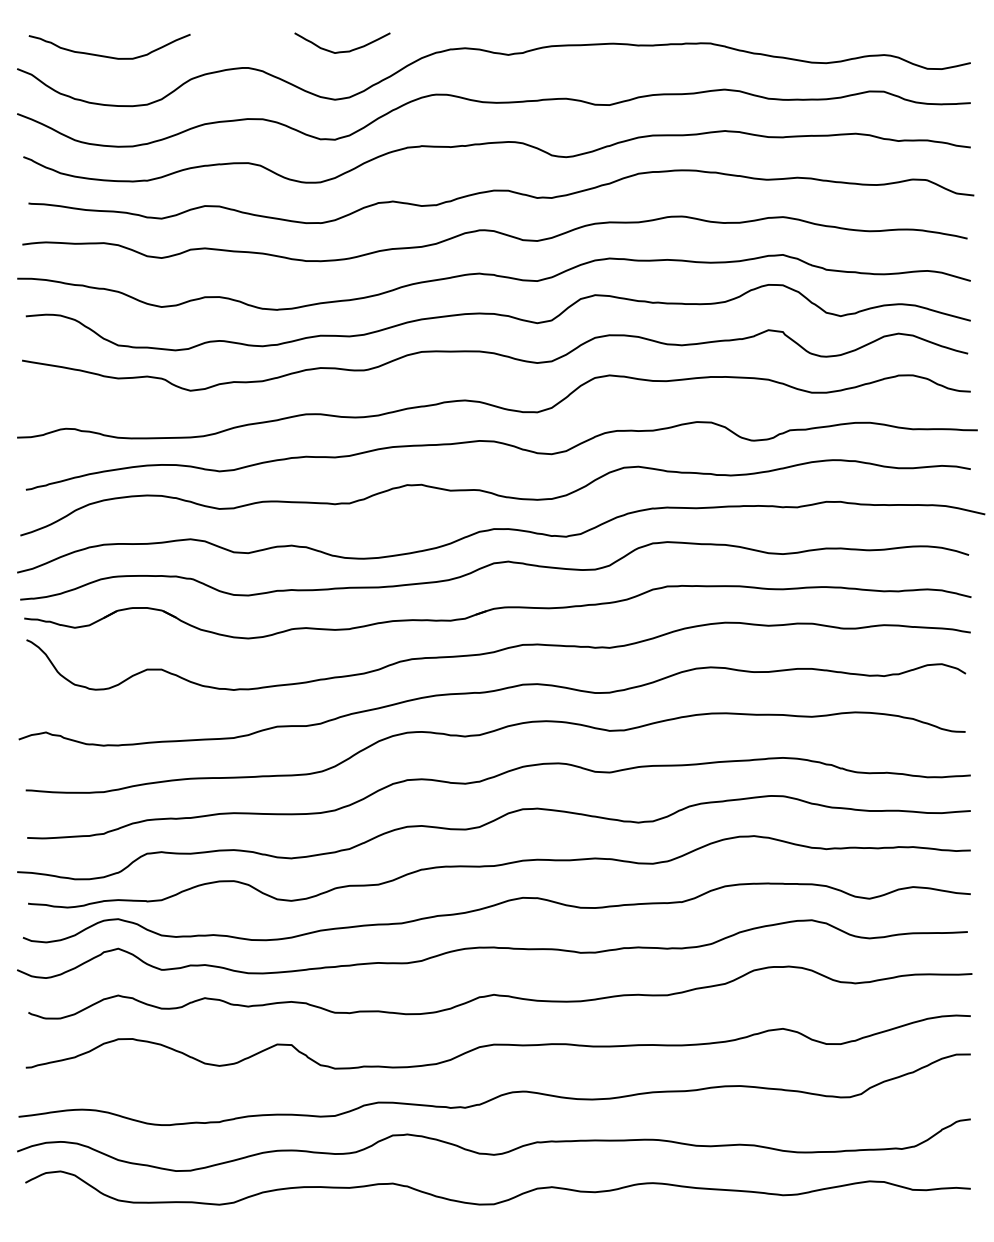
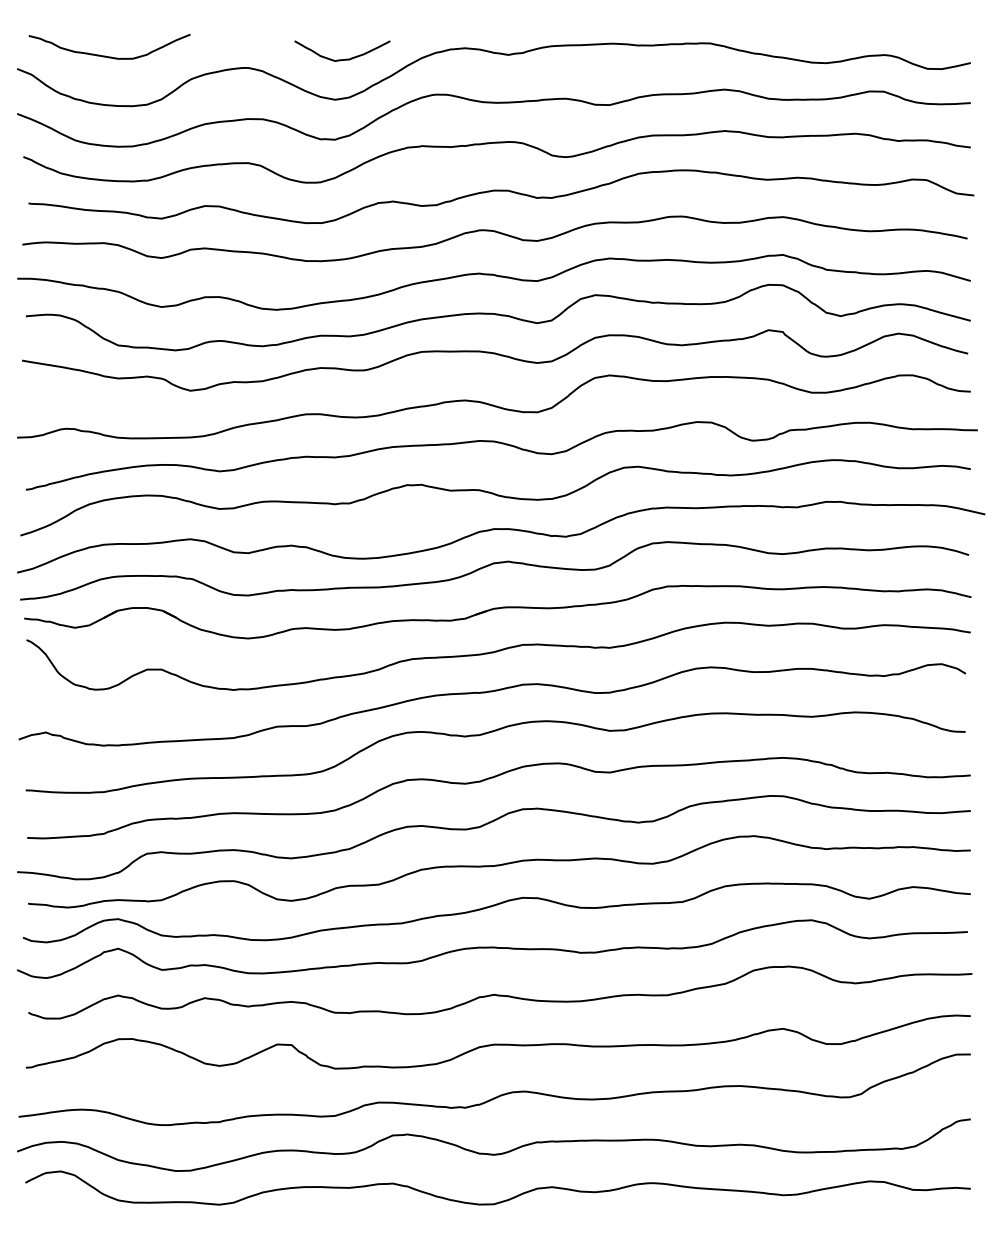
curve at (345, 50) position: (345, 50) -> (345, 58)
